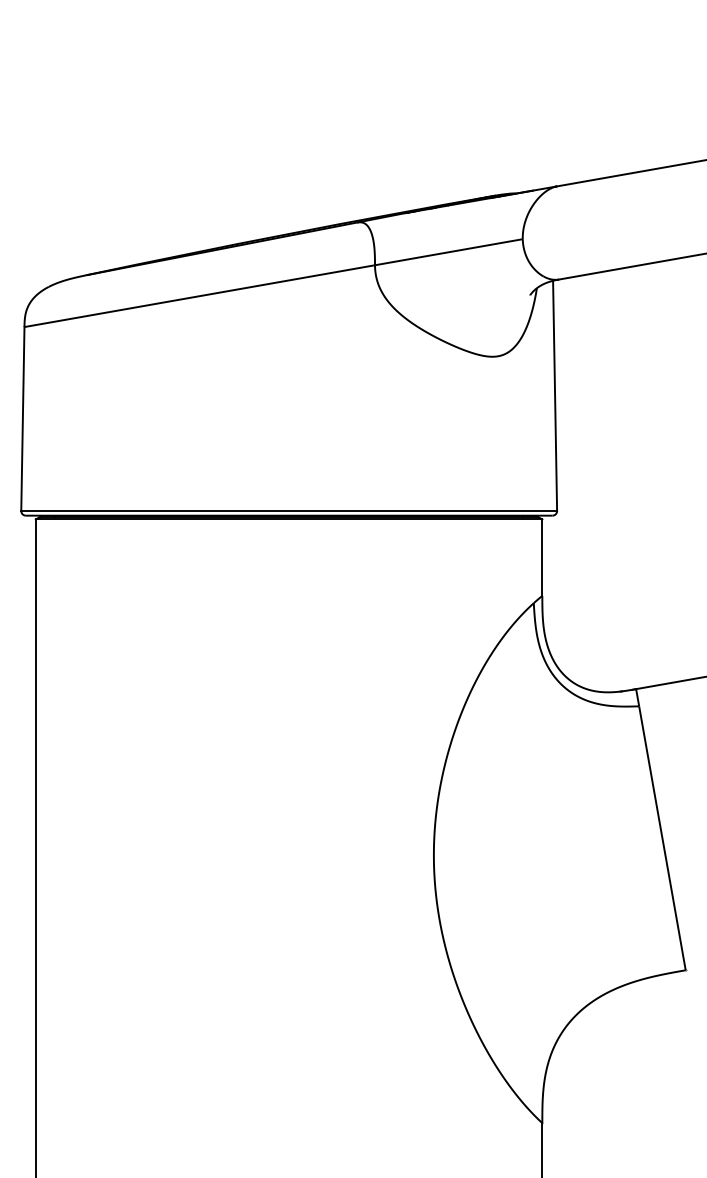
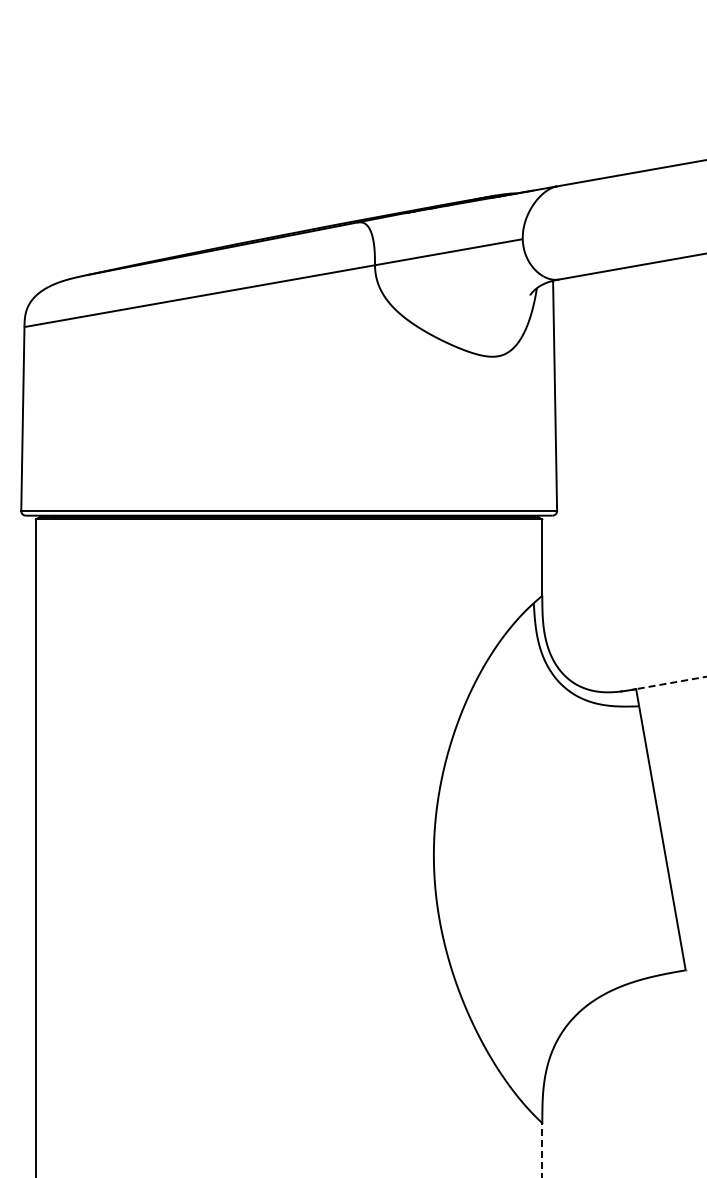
line at (670, 683): solid -> dashed
line at (542, 1150): solid -> dashed
